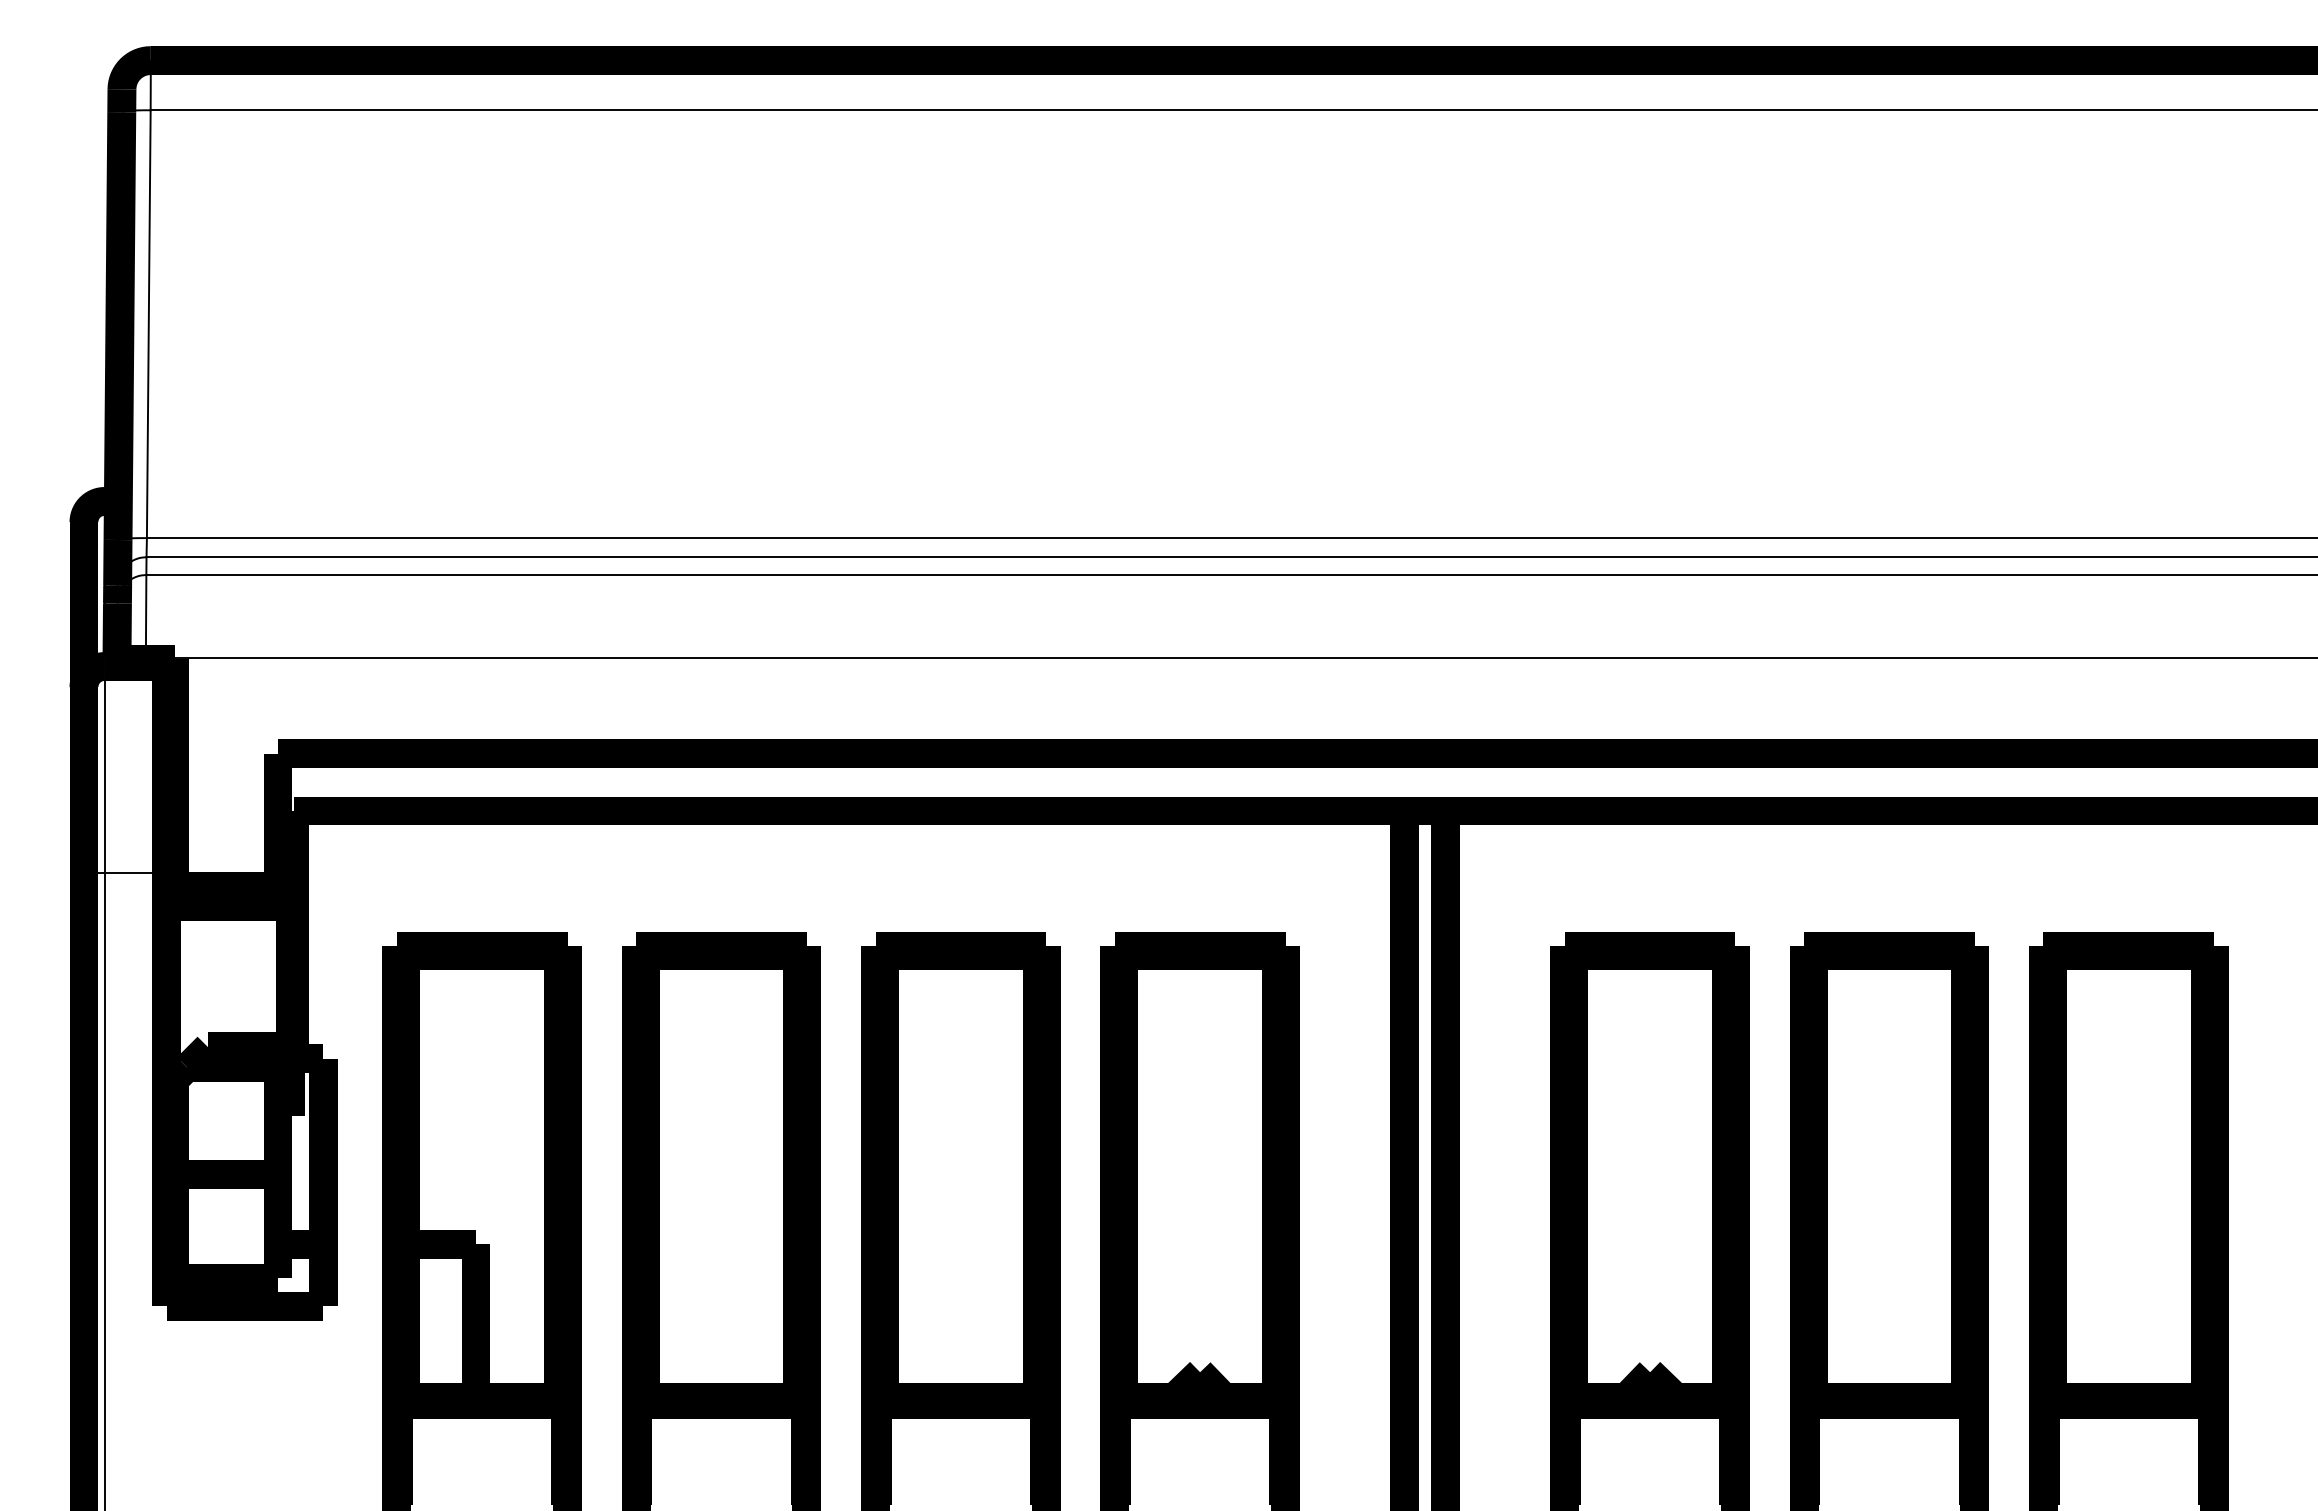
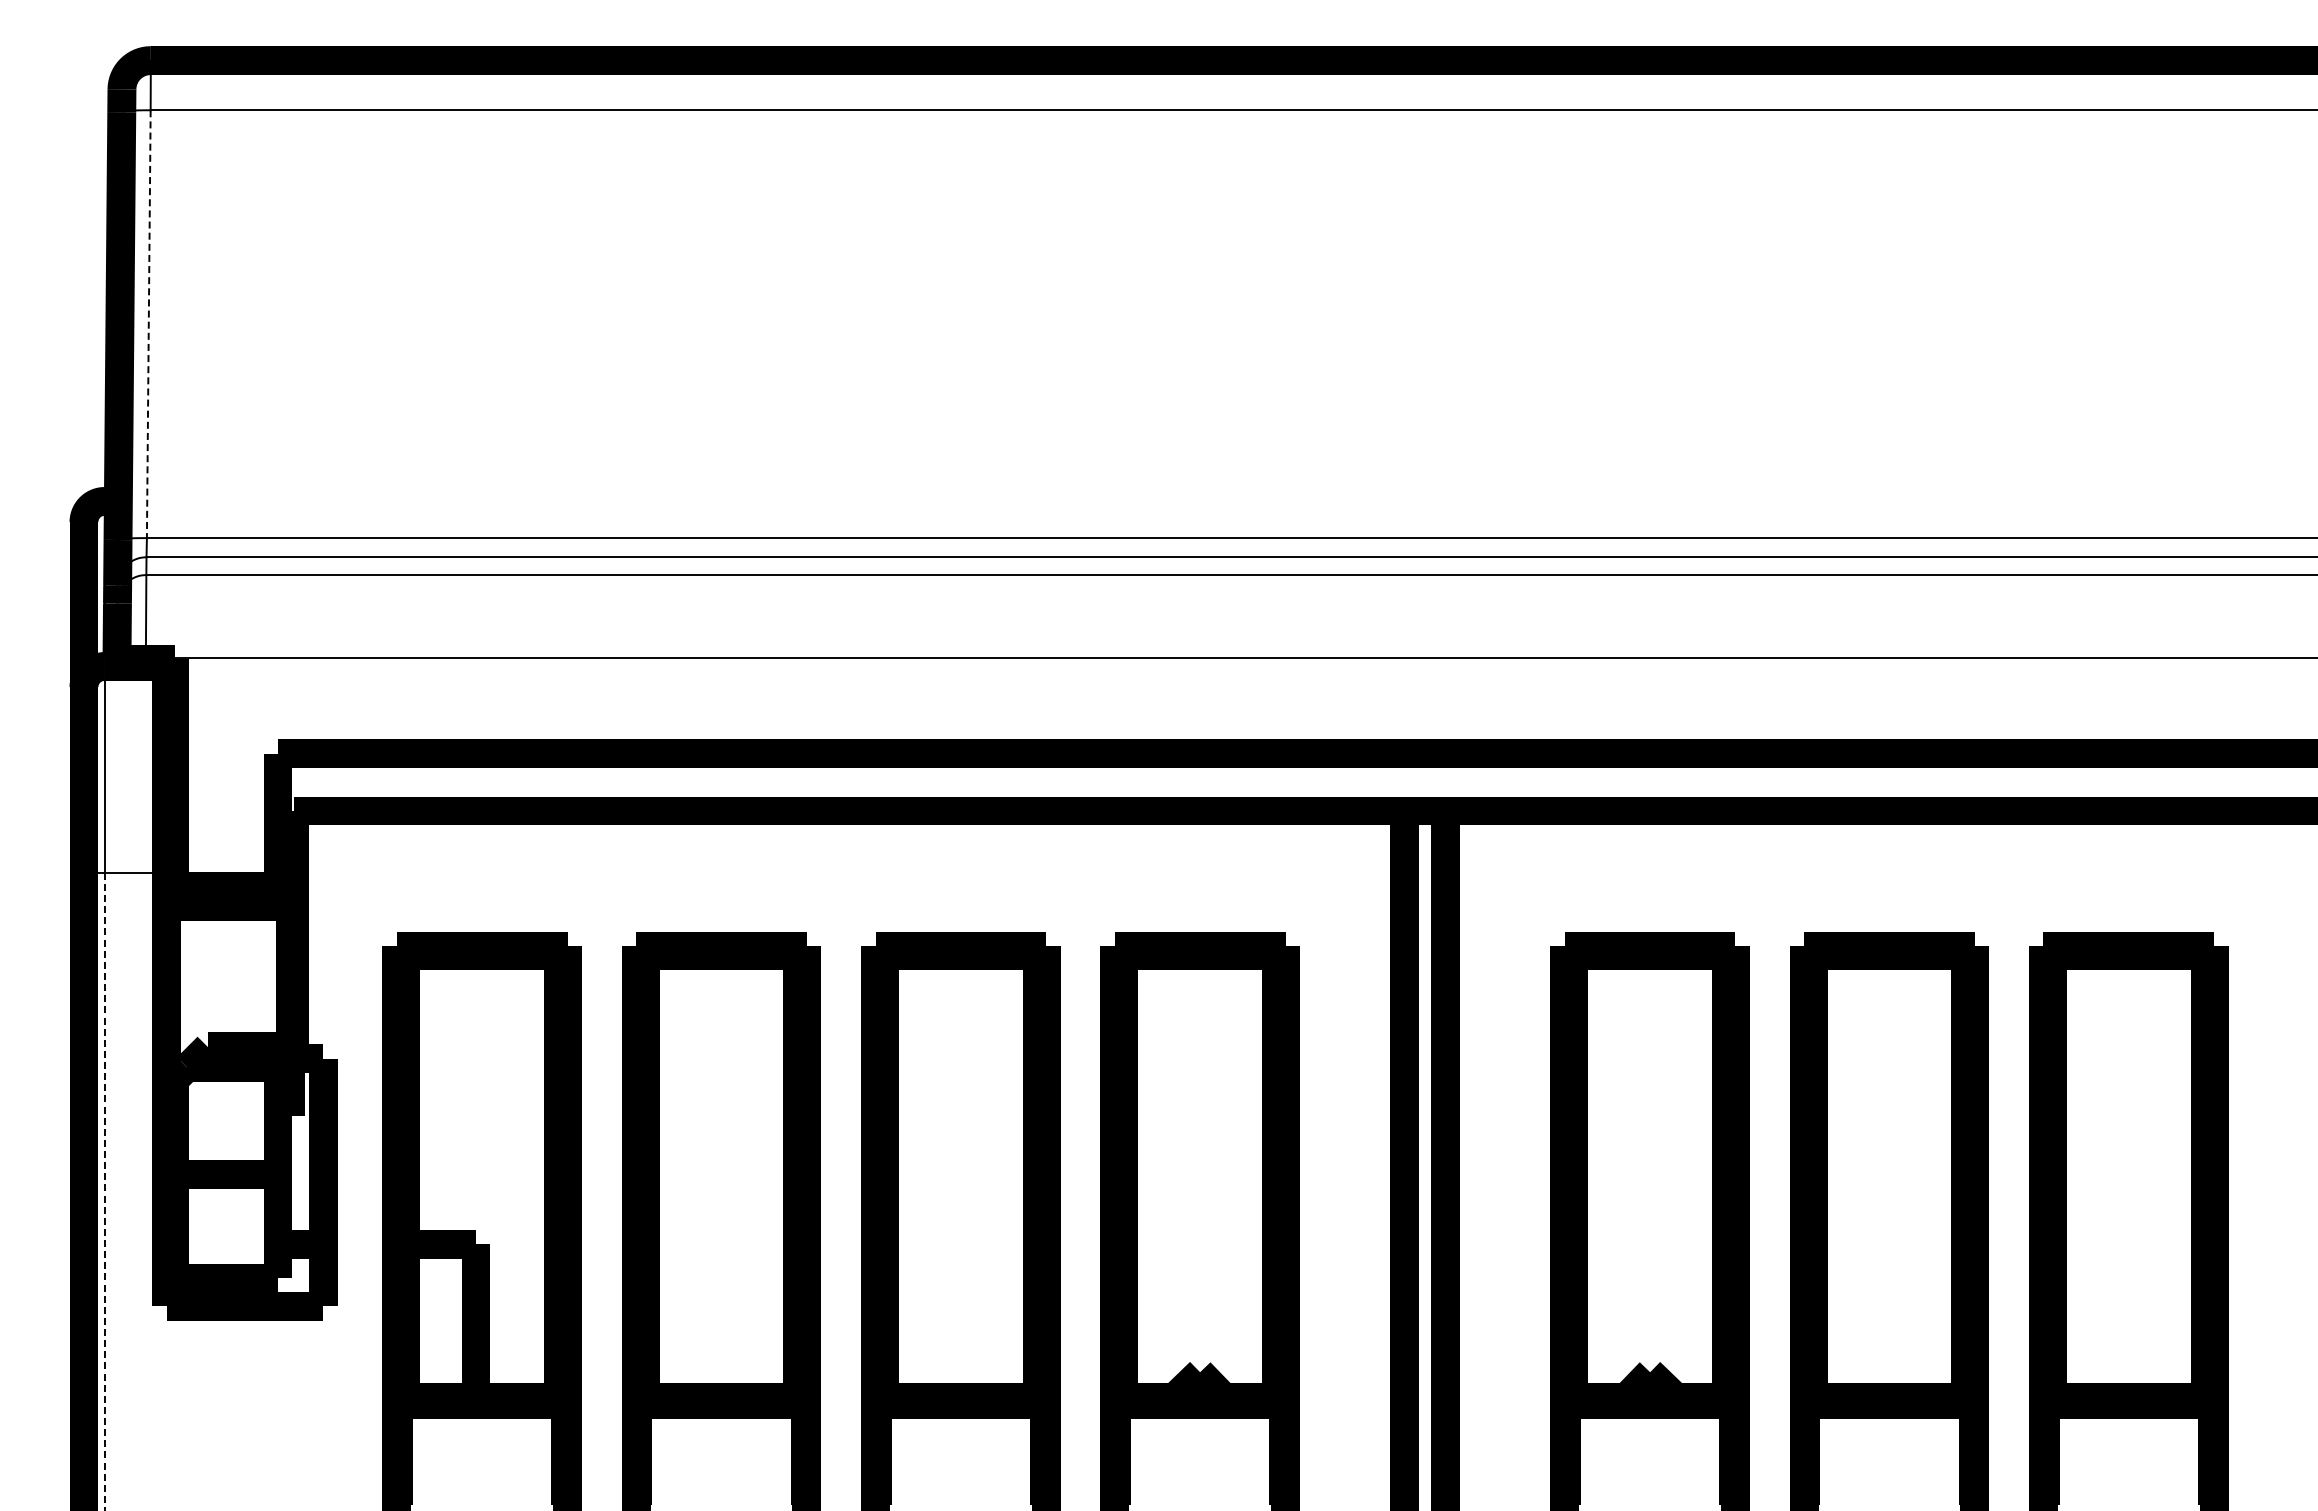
line at (148, 324): solid -> dashed
line at (104, 1191): solid -> dashed
